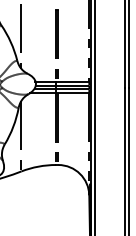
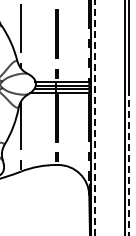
line at (95, 118): solid -> dashed
line at (129, 161): solid -> dashed
